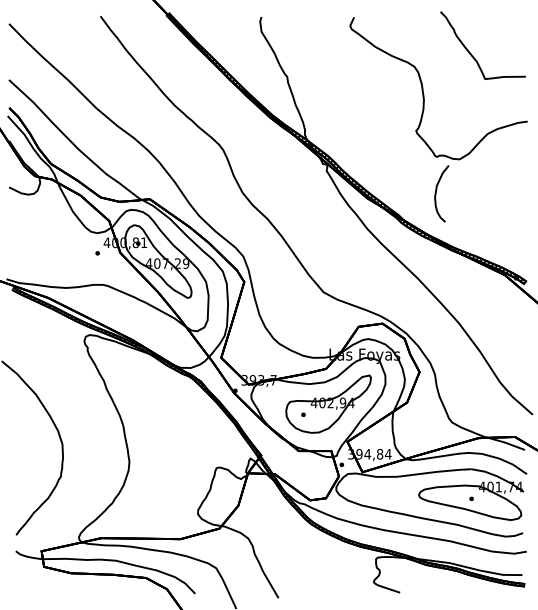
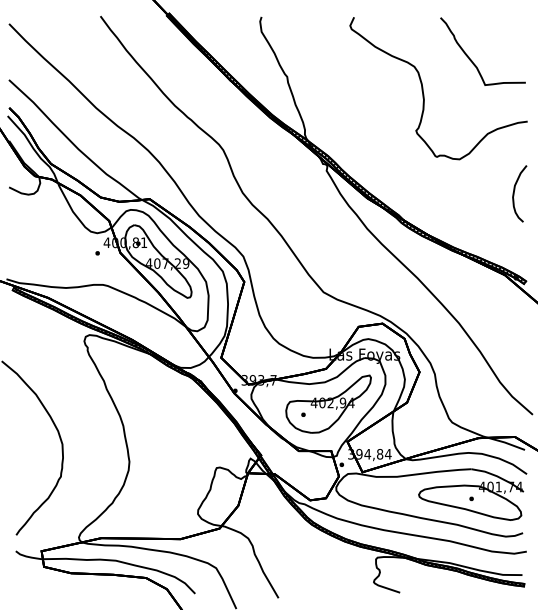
curve at (472, 54) position: (472, 54) -> (472, 60)
curve at (437, 190) position: (437, 190) -> (515, 190)
